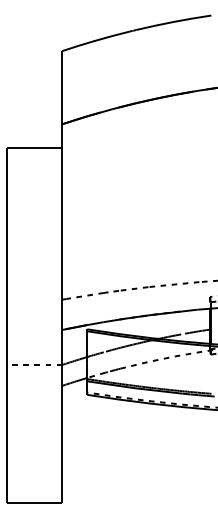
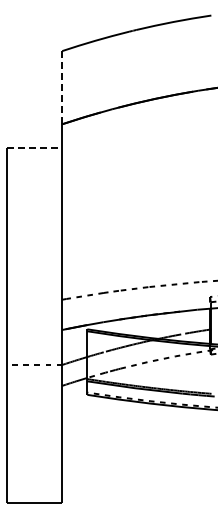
line at (62, 87): solid -> dashed
line at (34, 148): solid -> dashed
